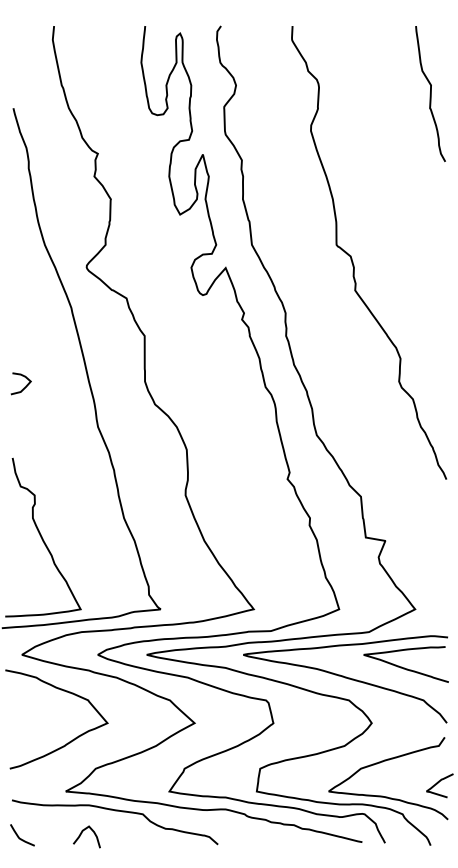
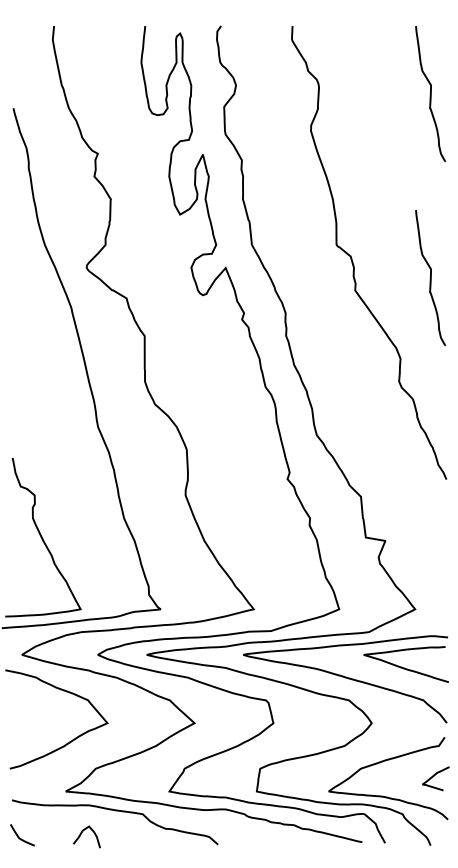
curve at (430, 277): none -> present
curve at (22, 388): present -> none
curve at (438, 783) position: (438, 783) -> (434, 776)
